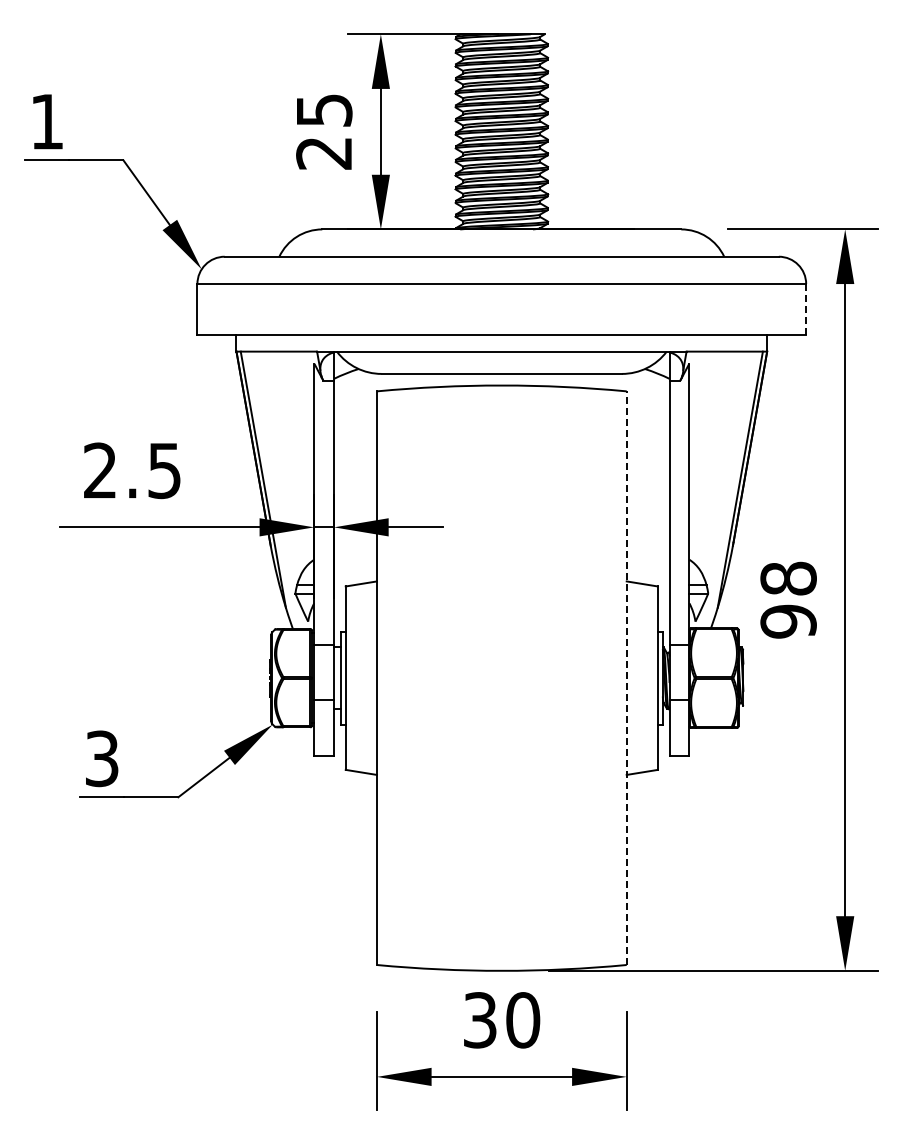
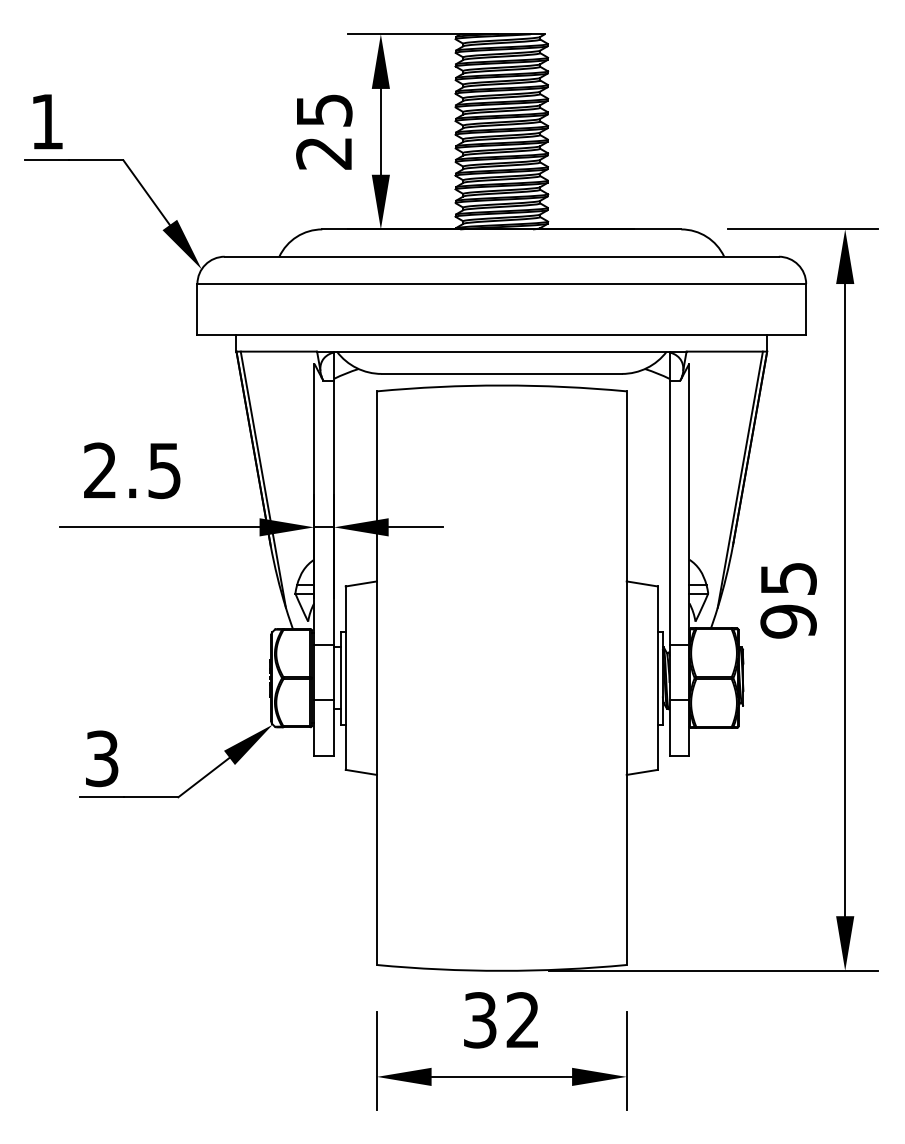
line at (806, 309): dashed -> solid
text at (788, 578): 98 -> 95
line at (626, 678): dashed -> solid
text at (523, 1020): 30 -> 32
